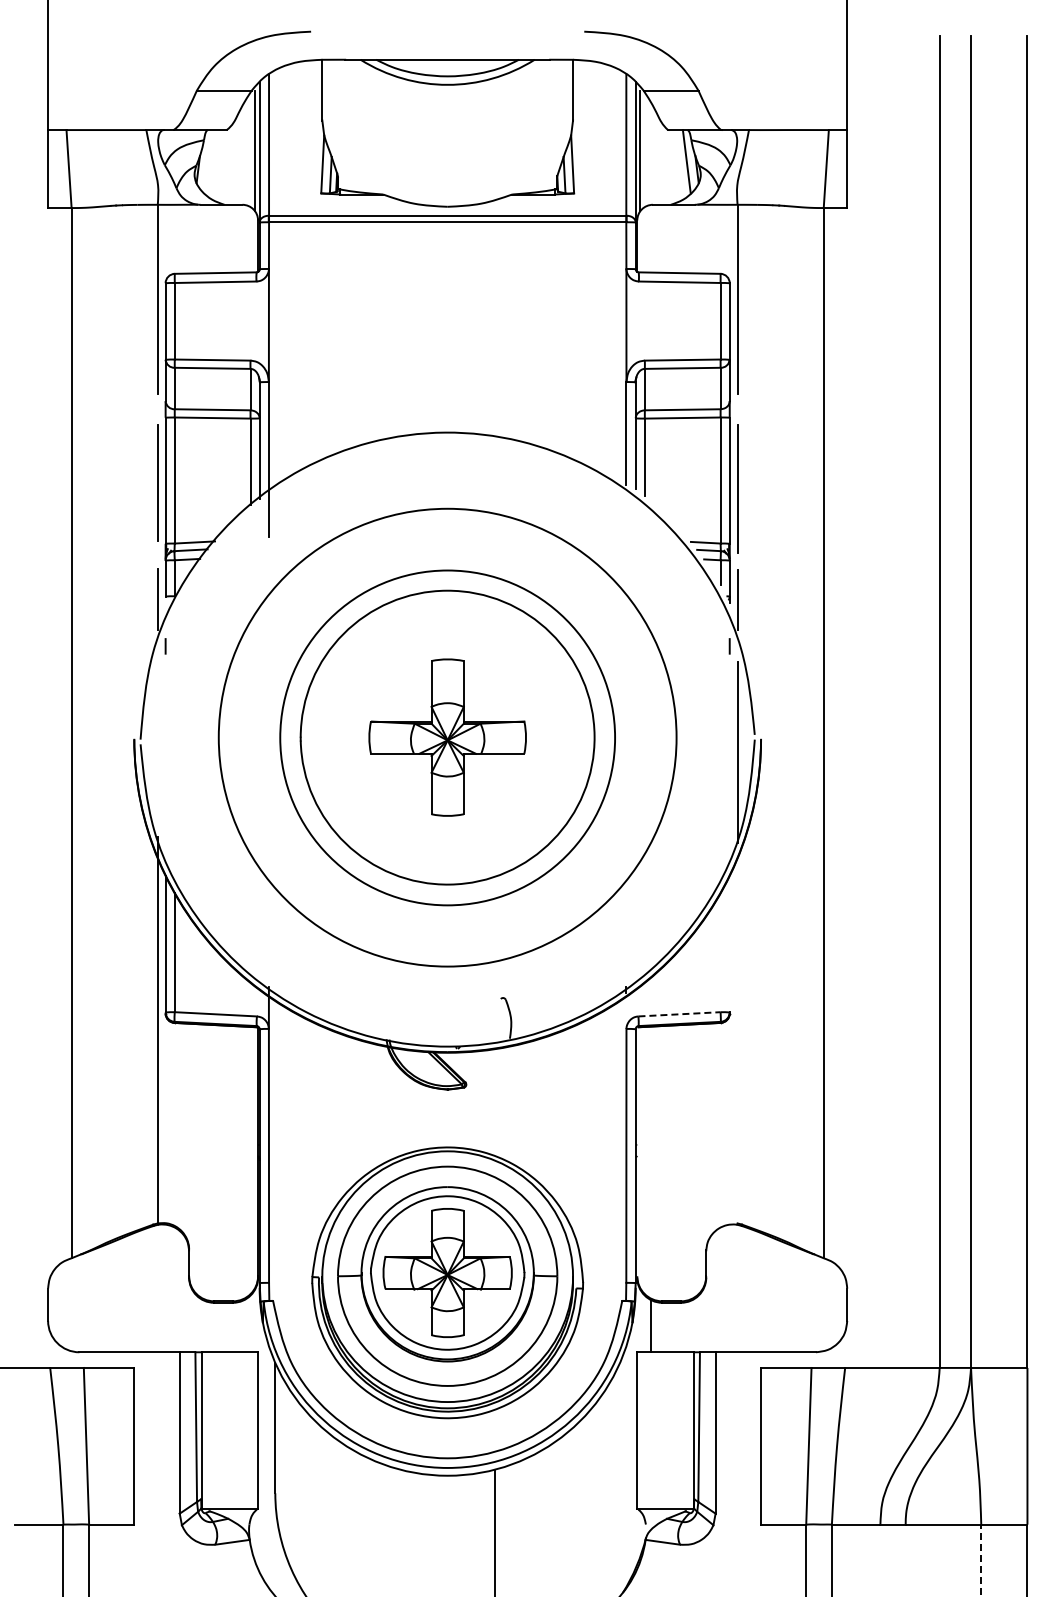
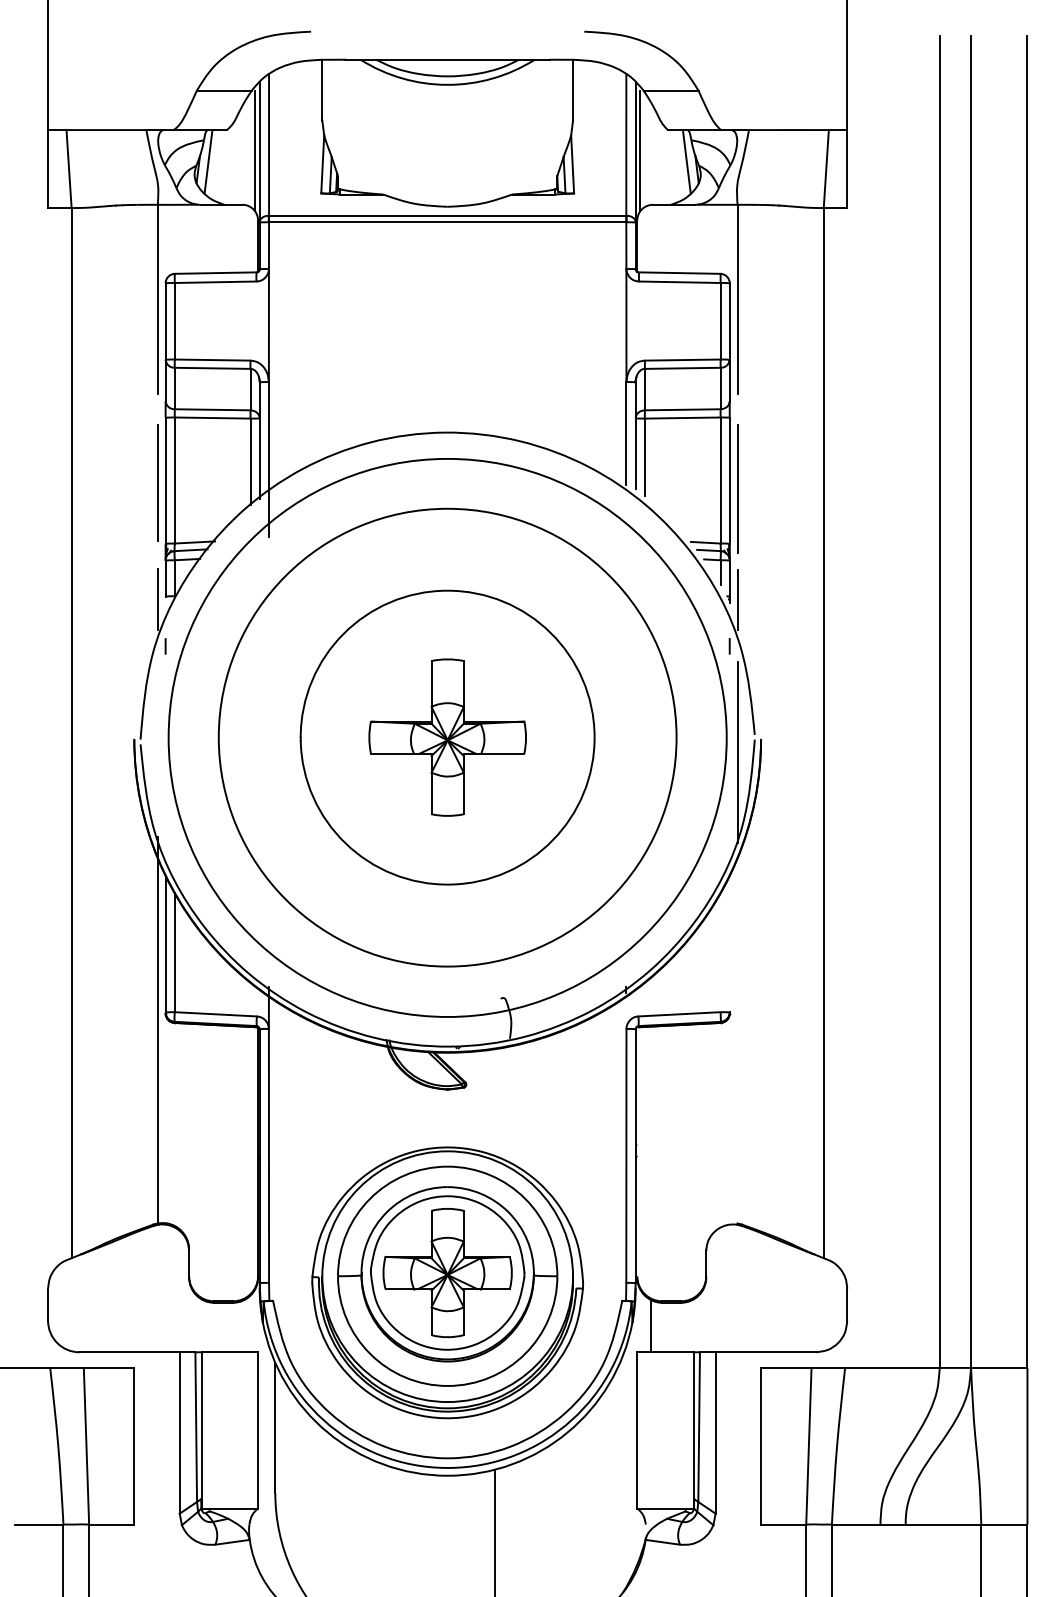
line at (208, 161): none -> present
circle at (447, 737) diameter: 335 px -> 558 px
line at (680, 1014): dashed -> solid
line at (981, 1560): dashed -> solid
